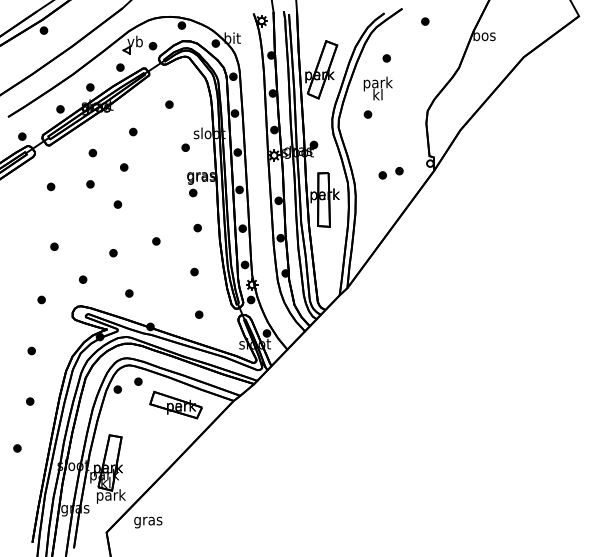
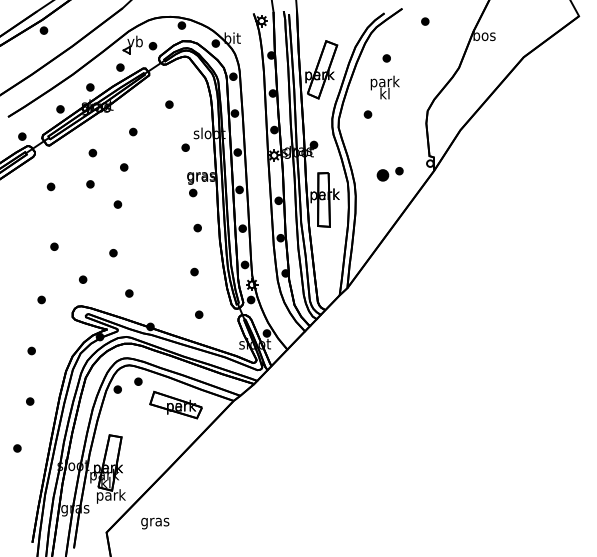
text at (377, 88) position: (377, 88) -> (384, 87)
part at (382, 175) size: 9x9 px -> 14x13 px
part at (156, 241): present -> none
text at (148, 522) position: (148, 522) -> (155, 523)
